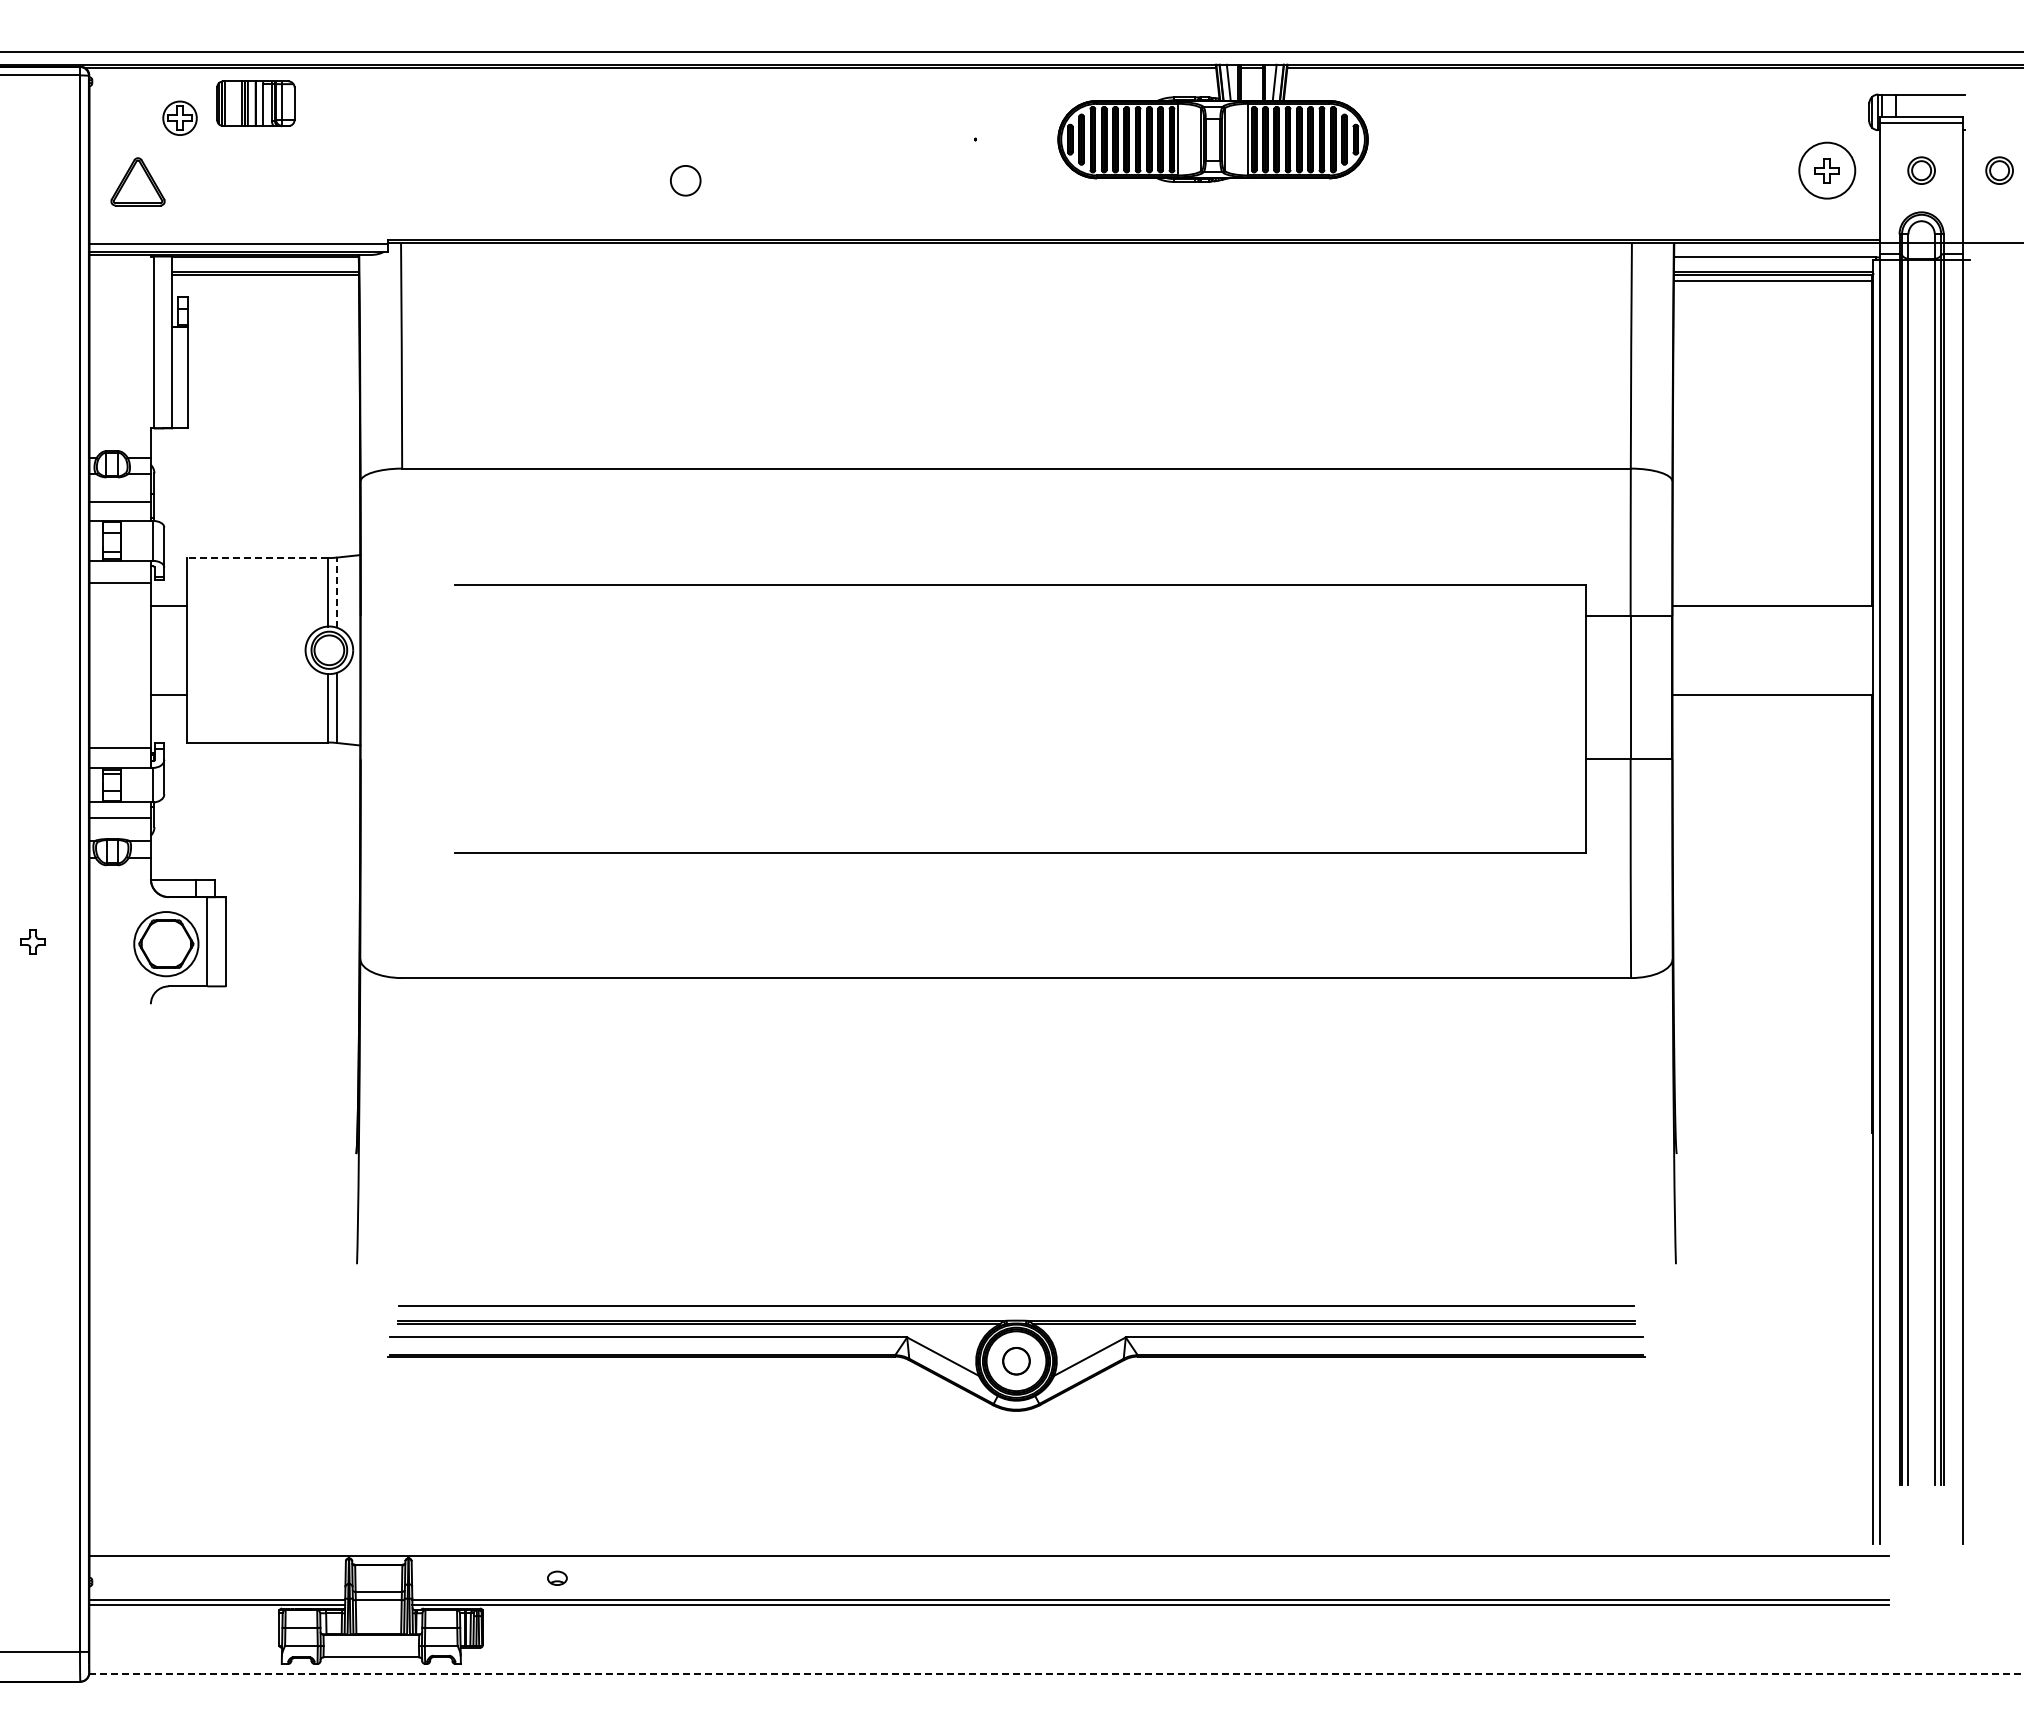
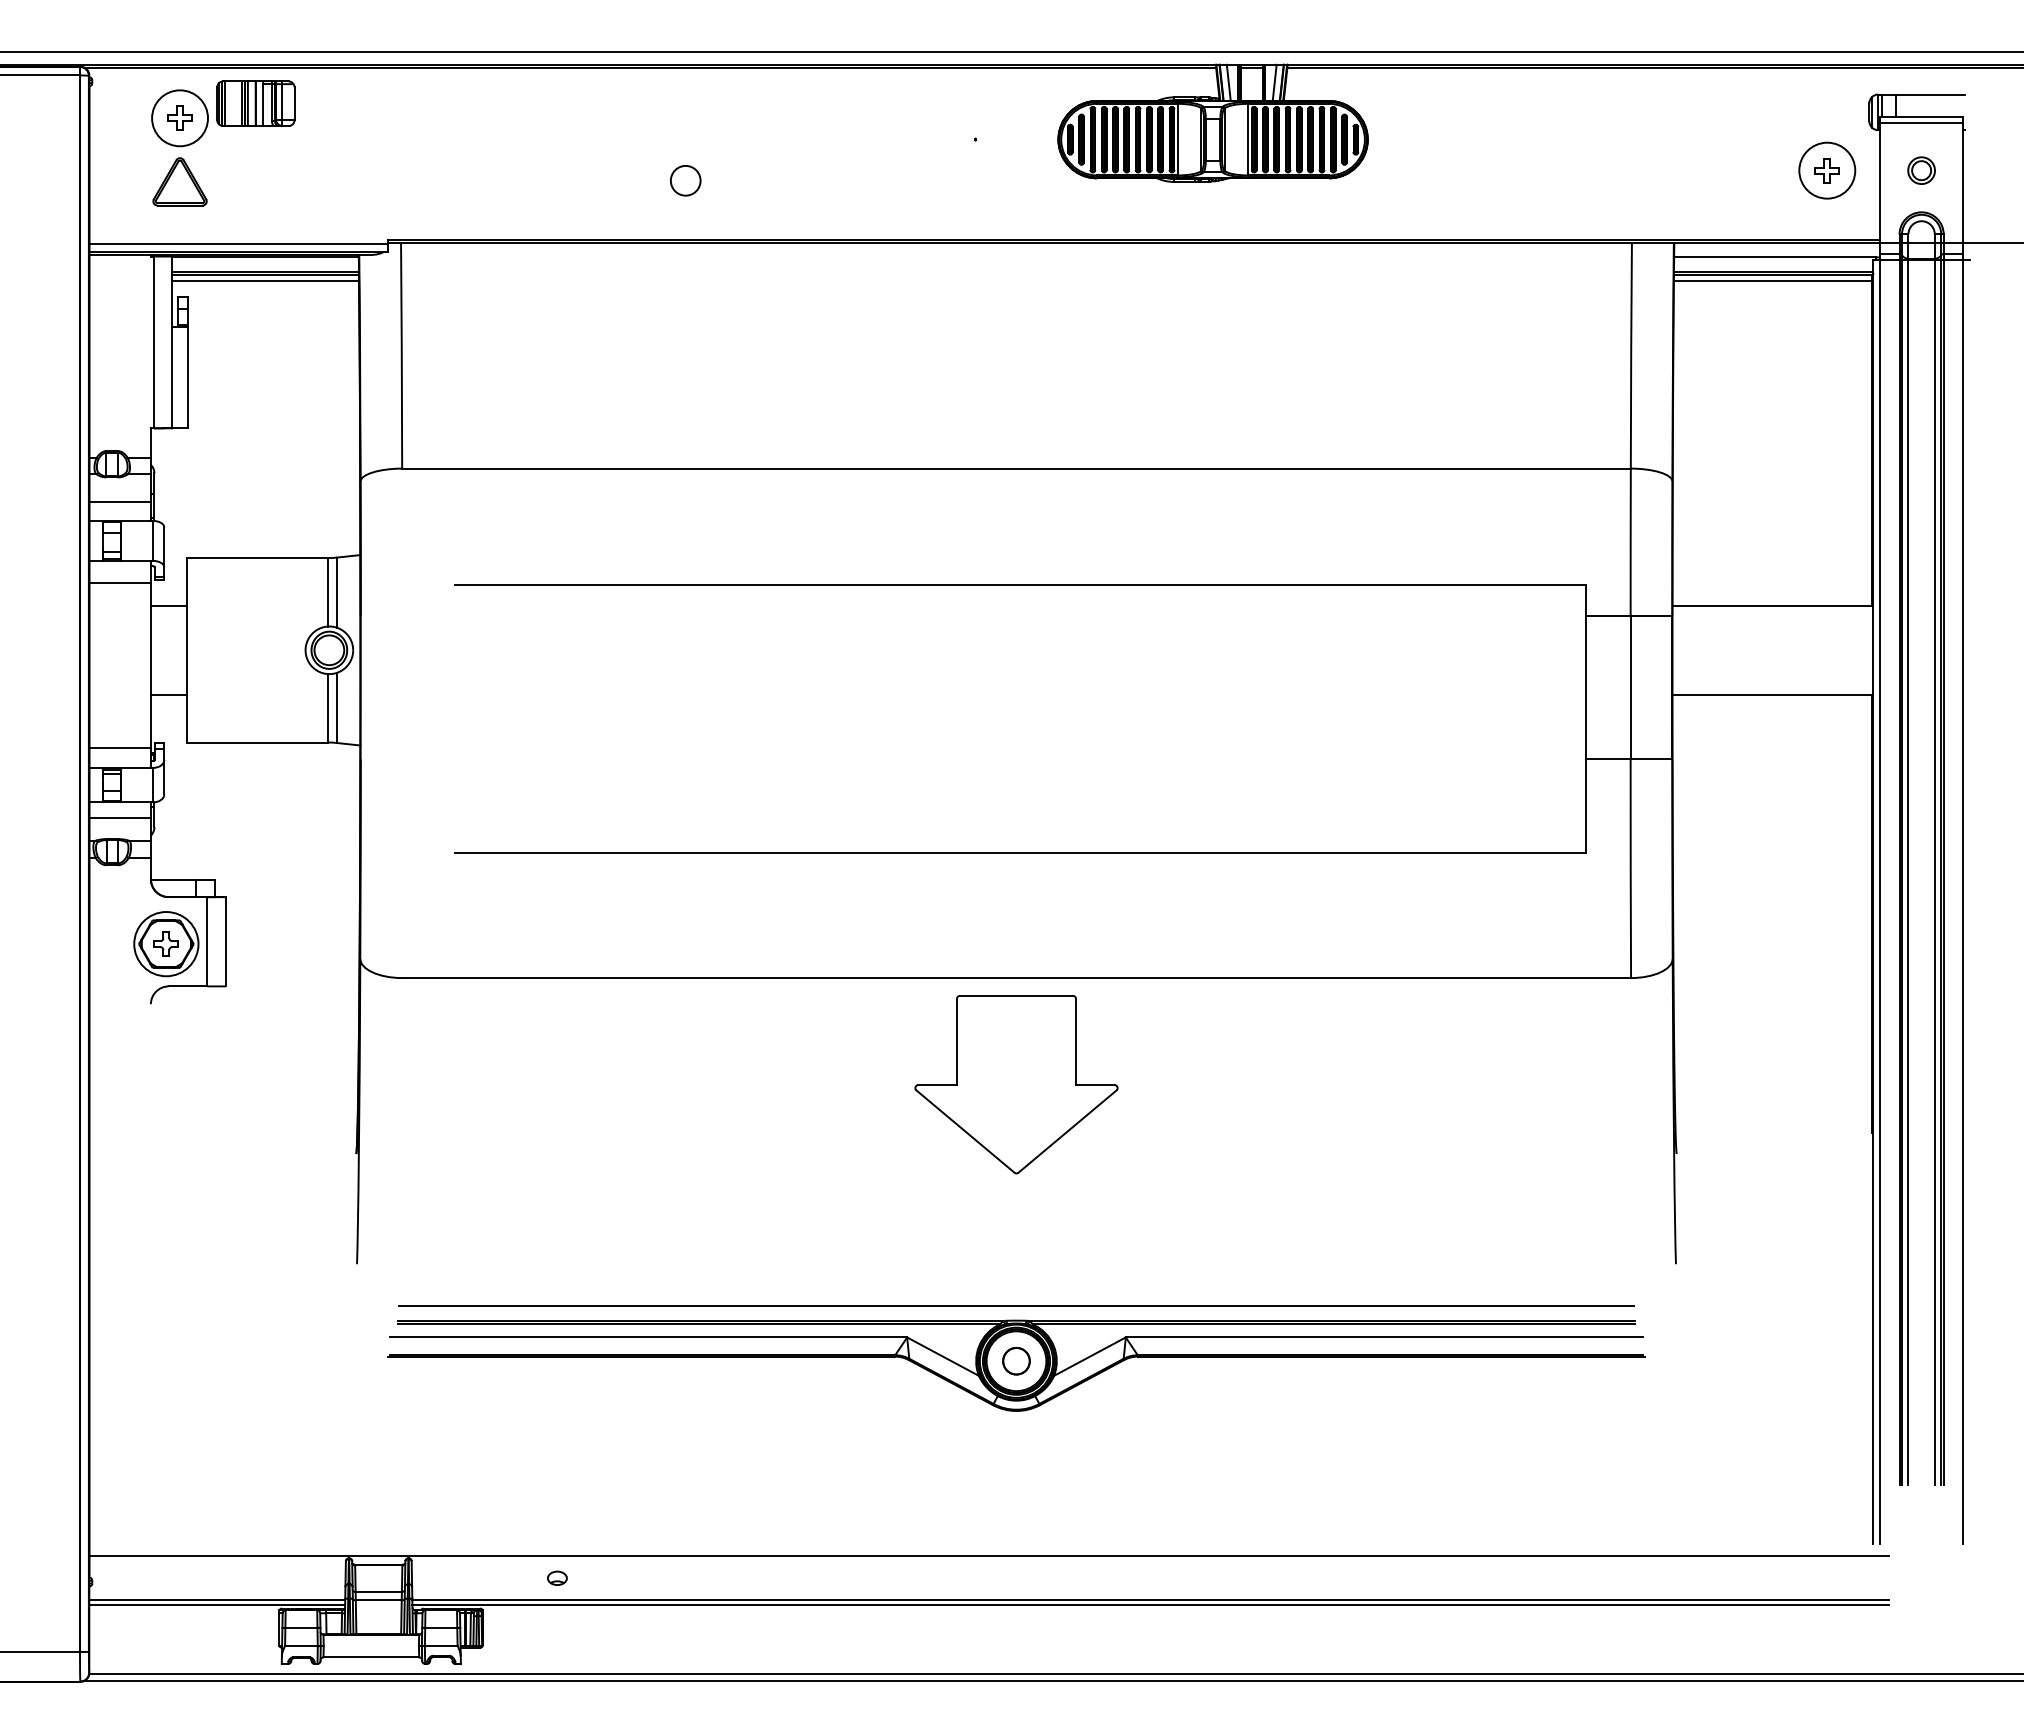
circle at (179, 118) diameter: 34 px -> 56 px
part at (1999, 170): present -> none
part at (137, 181) position: (137, 181) -> (179, 181)
line at (265, 281): none -> present
line at (256, 558): dashed -> solid
line at (337, 592): dashed -> solid
part at (32, 941) position: (32, 941) -> (165, 943)
part at (1016, 1084): none -> present
line at (1057, 1673): dashed -> solid
line at (1051, 1681): none -> present
